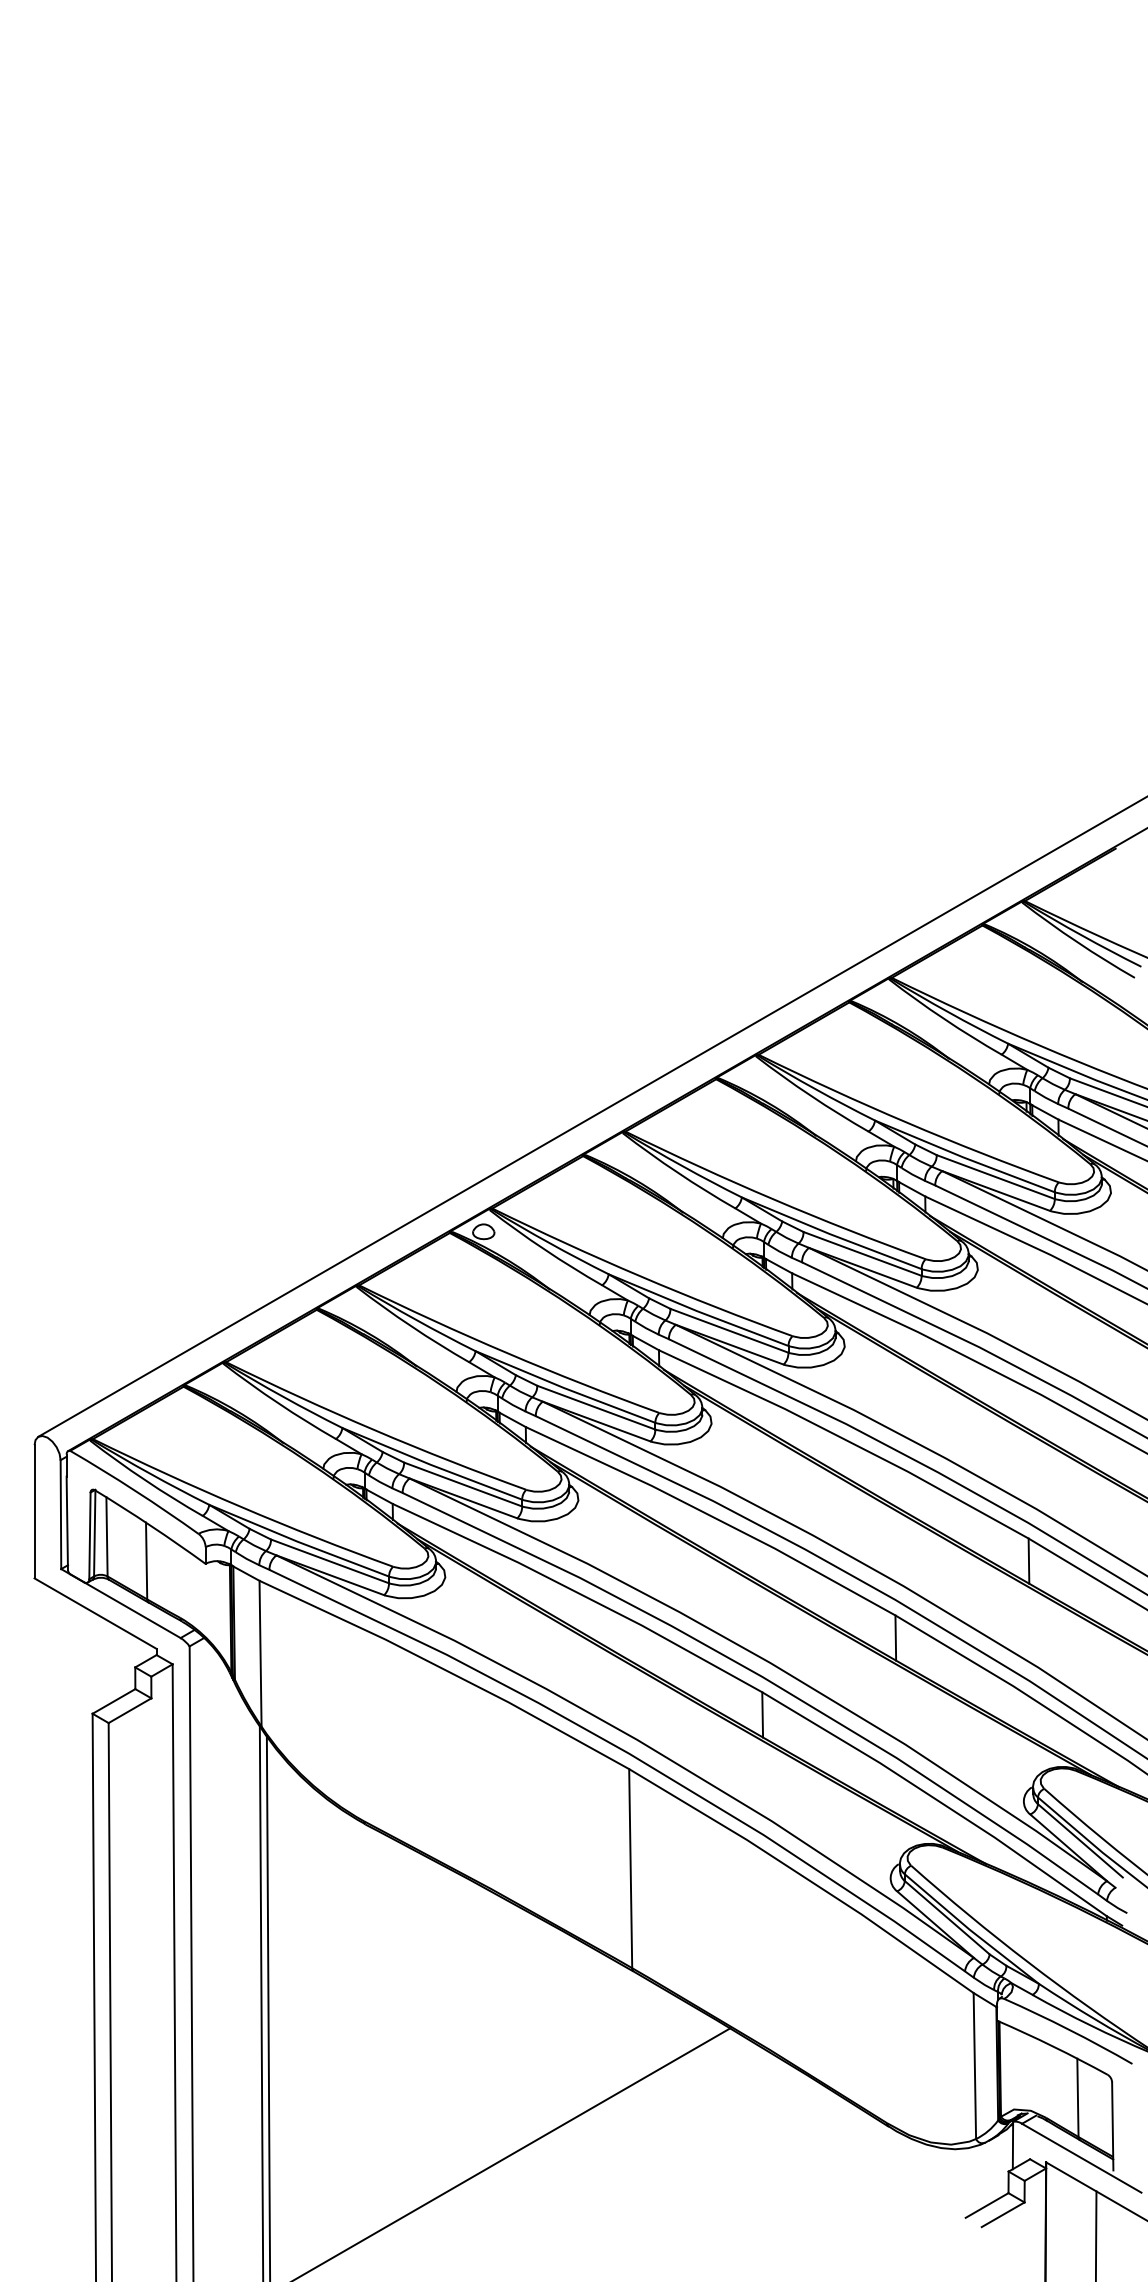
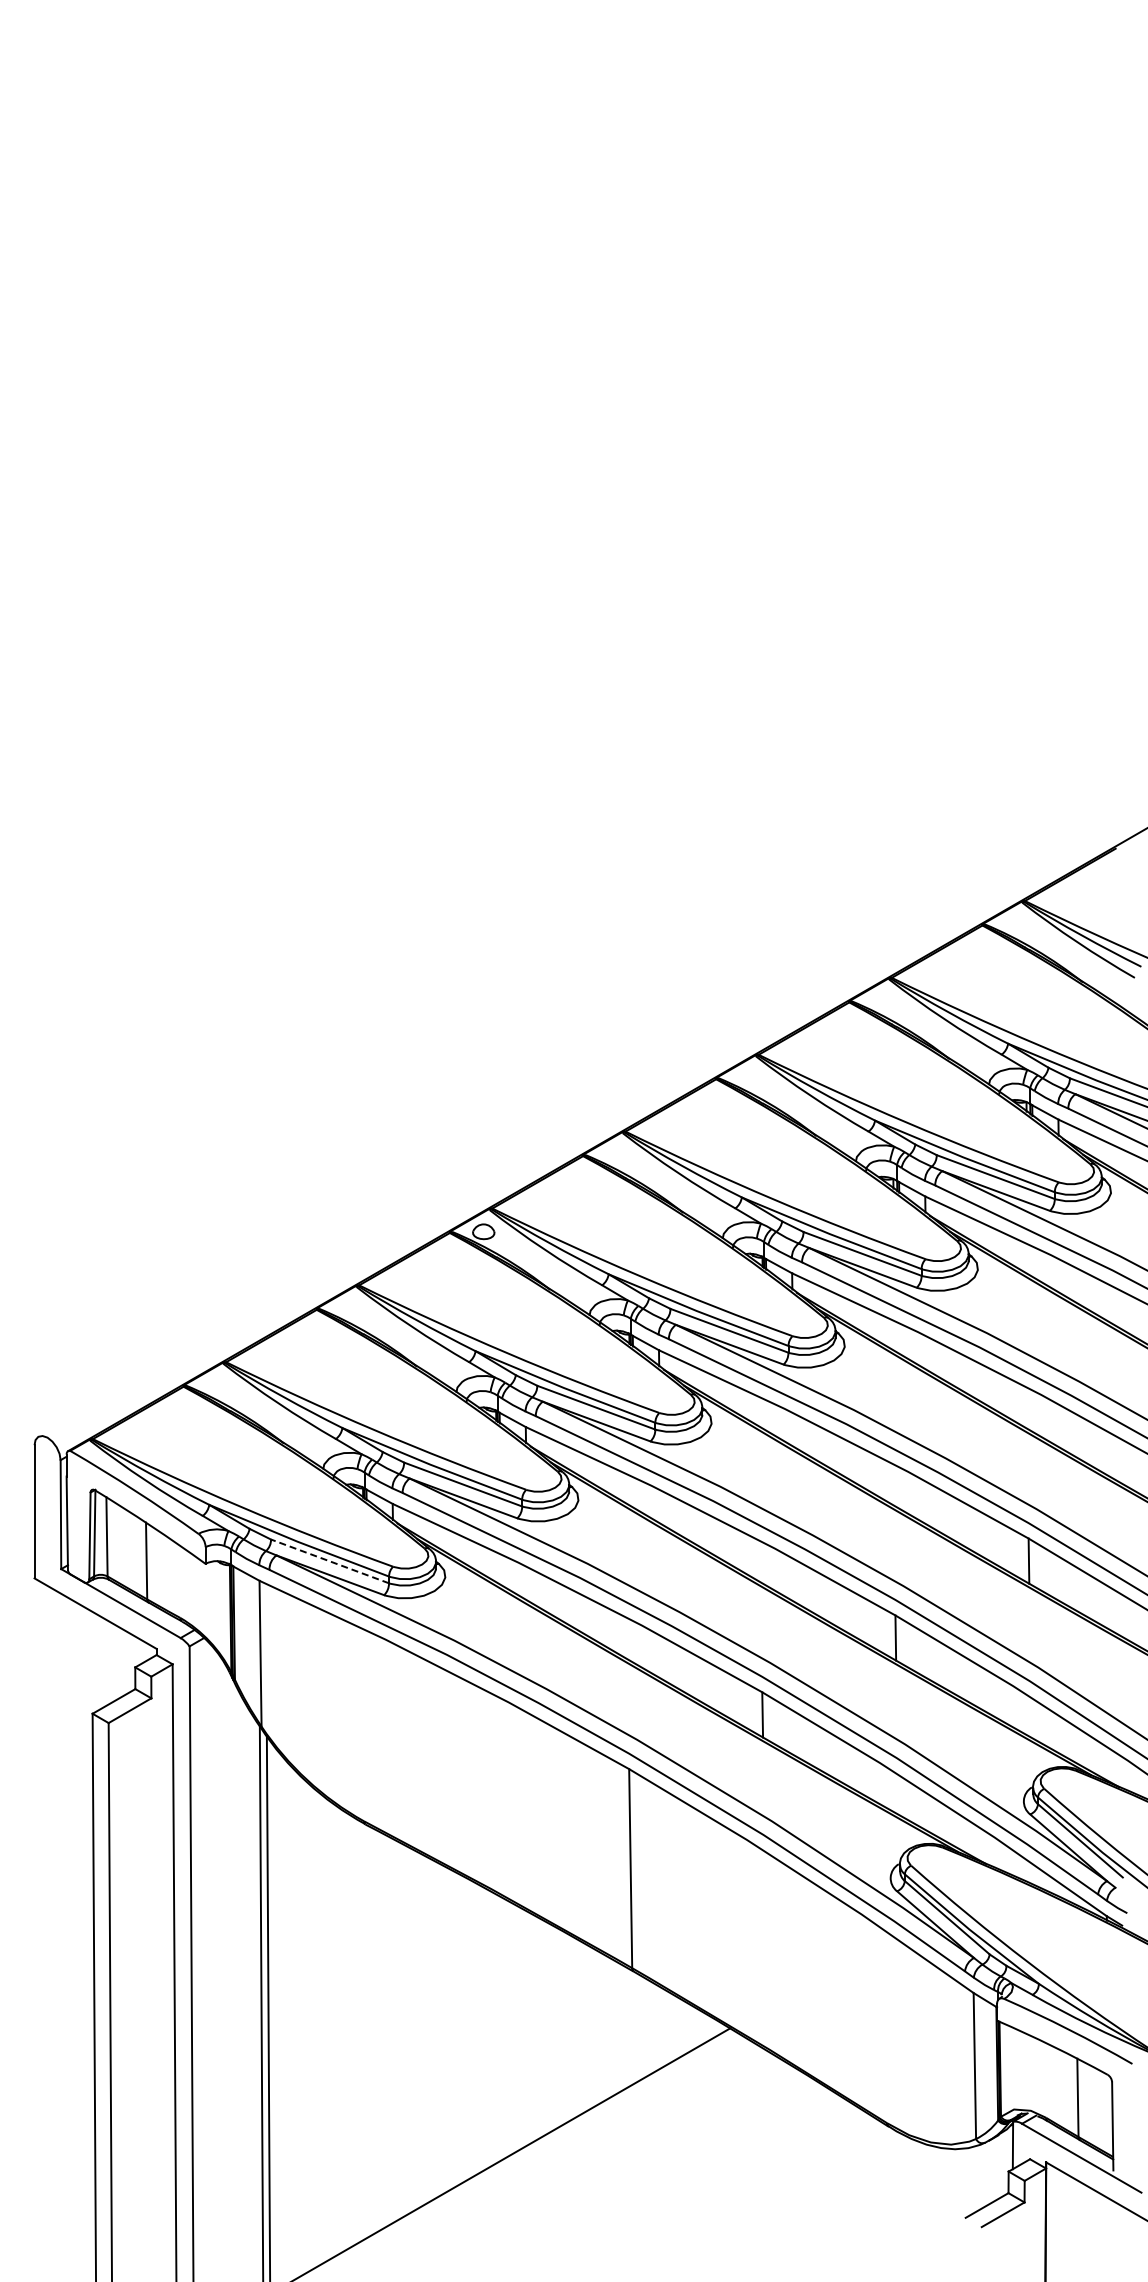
line at (591, 1117): present -> none
line at (330, 1561): solid -> dashed
line at (1095, 2234): present -> none
